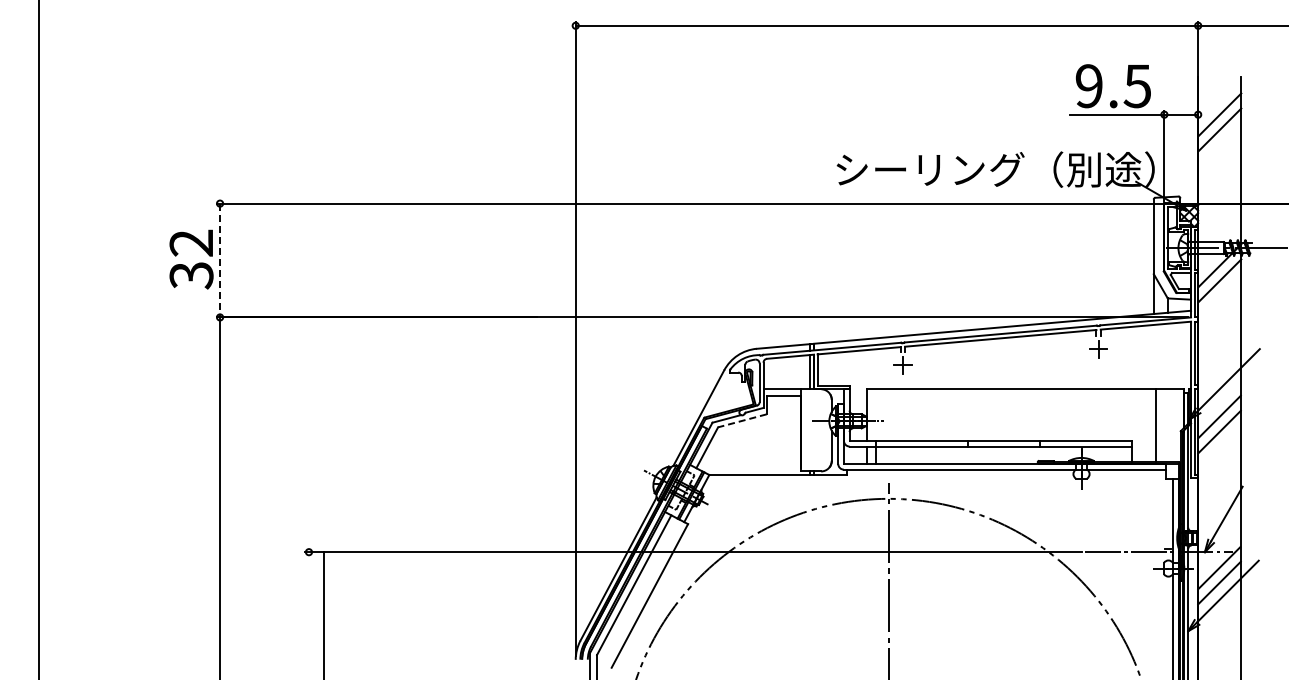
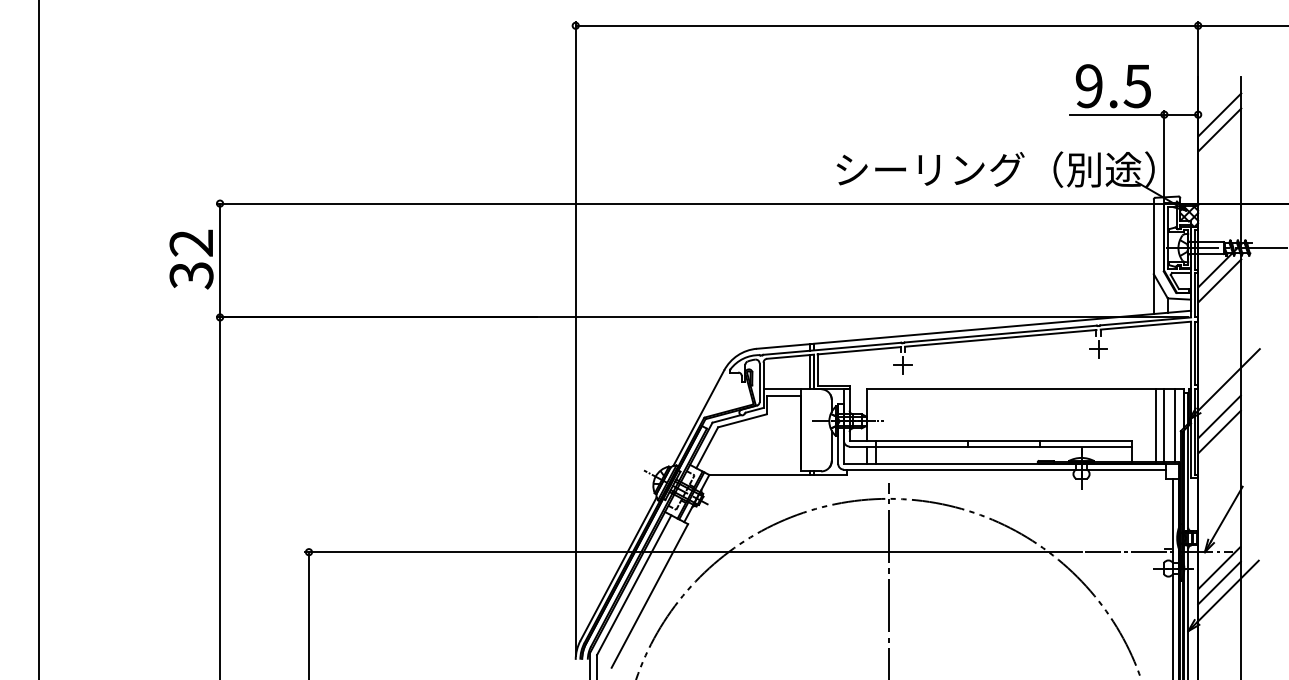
line at (220, 260): dashed -> solid
line at (741, 420): dashed -> solid
line at (1164, 425): none -> present
line at (1175, 425): none -> present
line at (323, 614) position: (323, 614) -> (308, 614)
